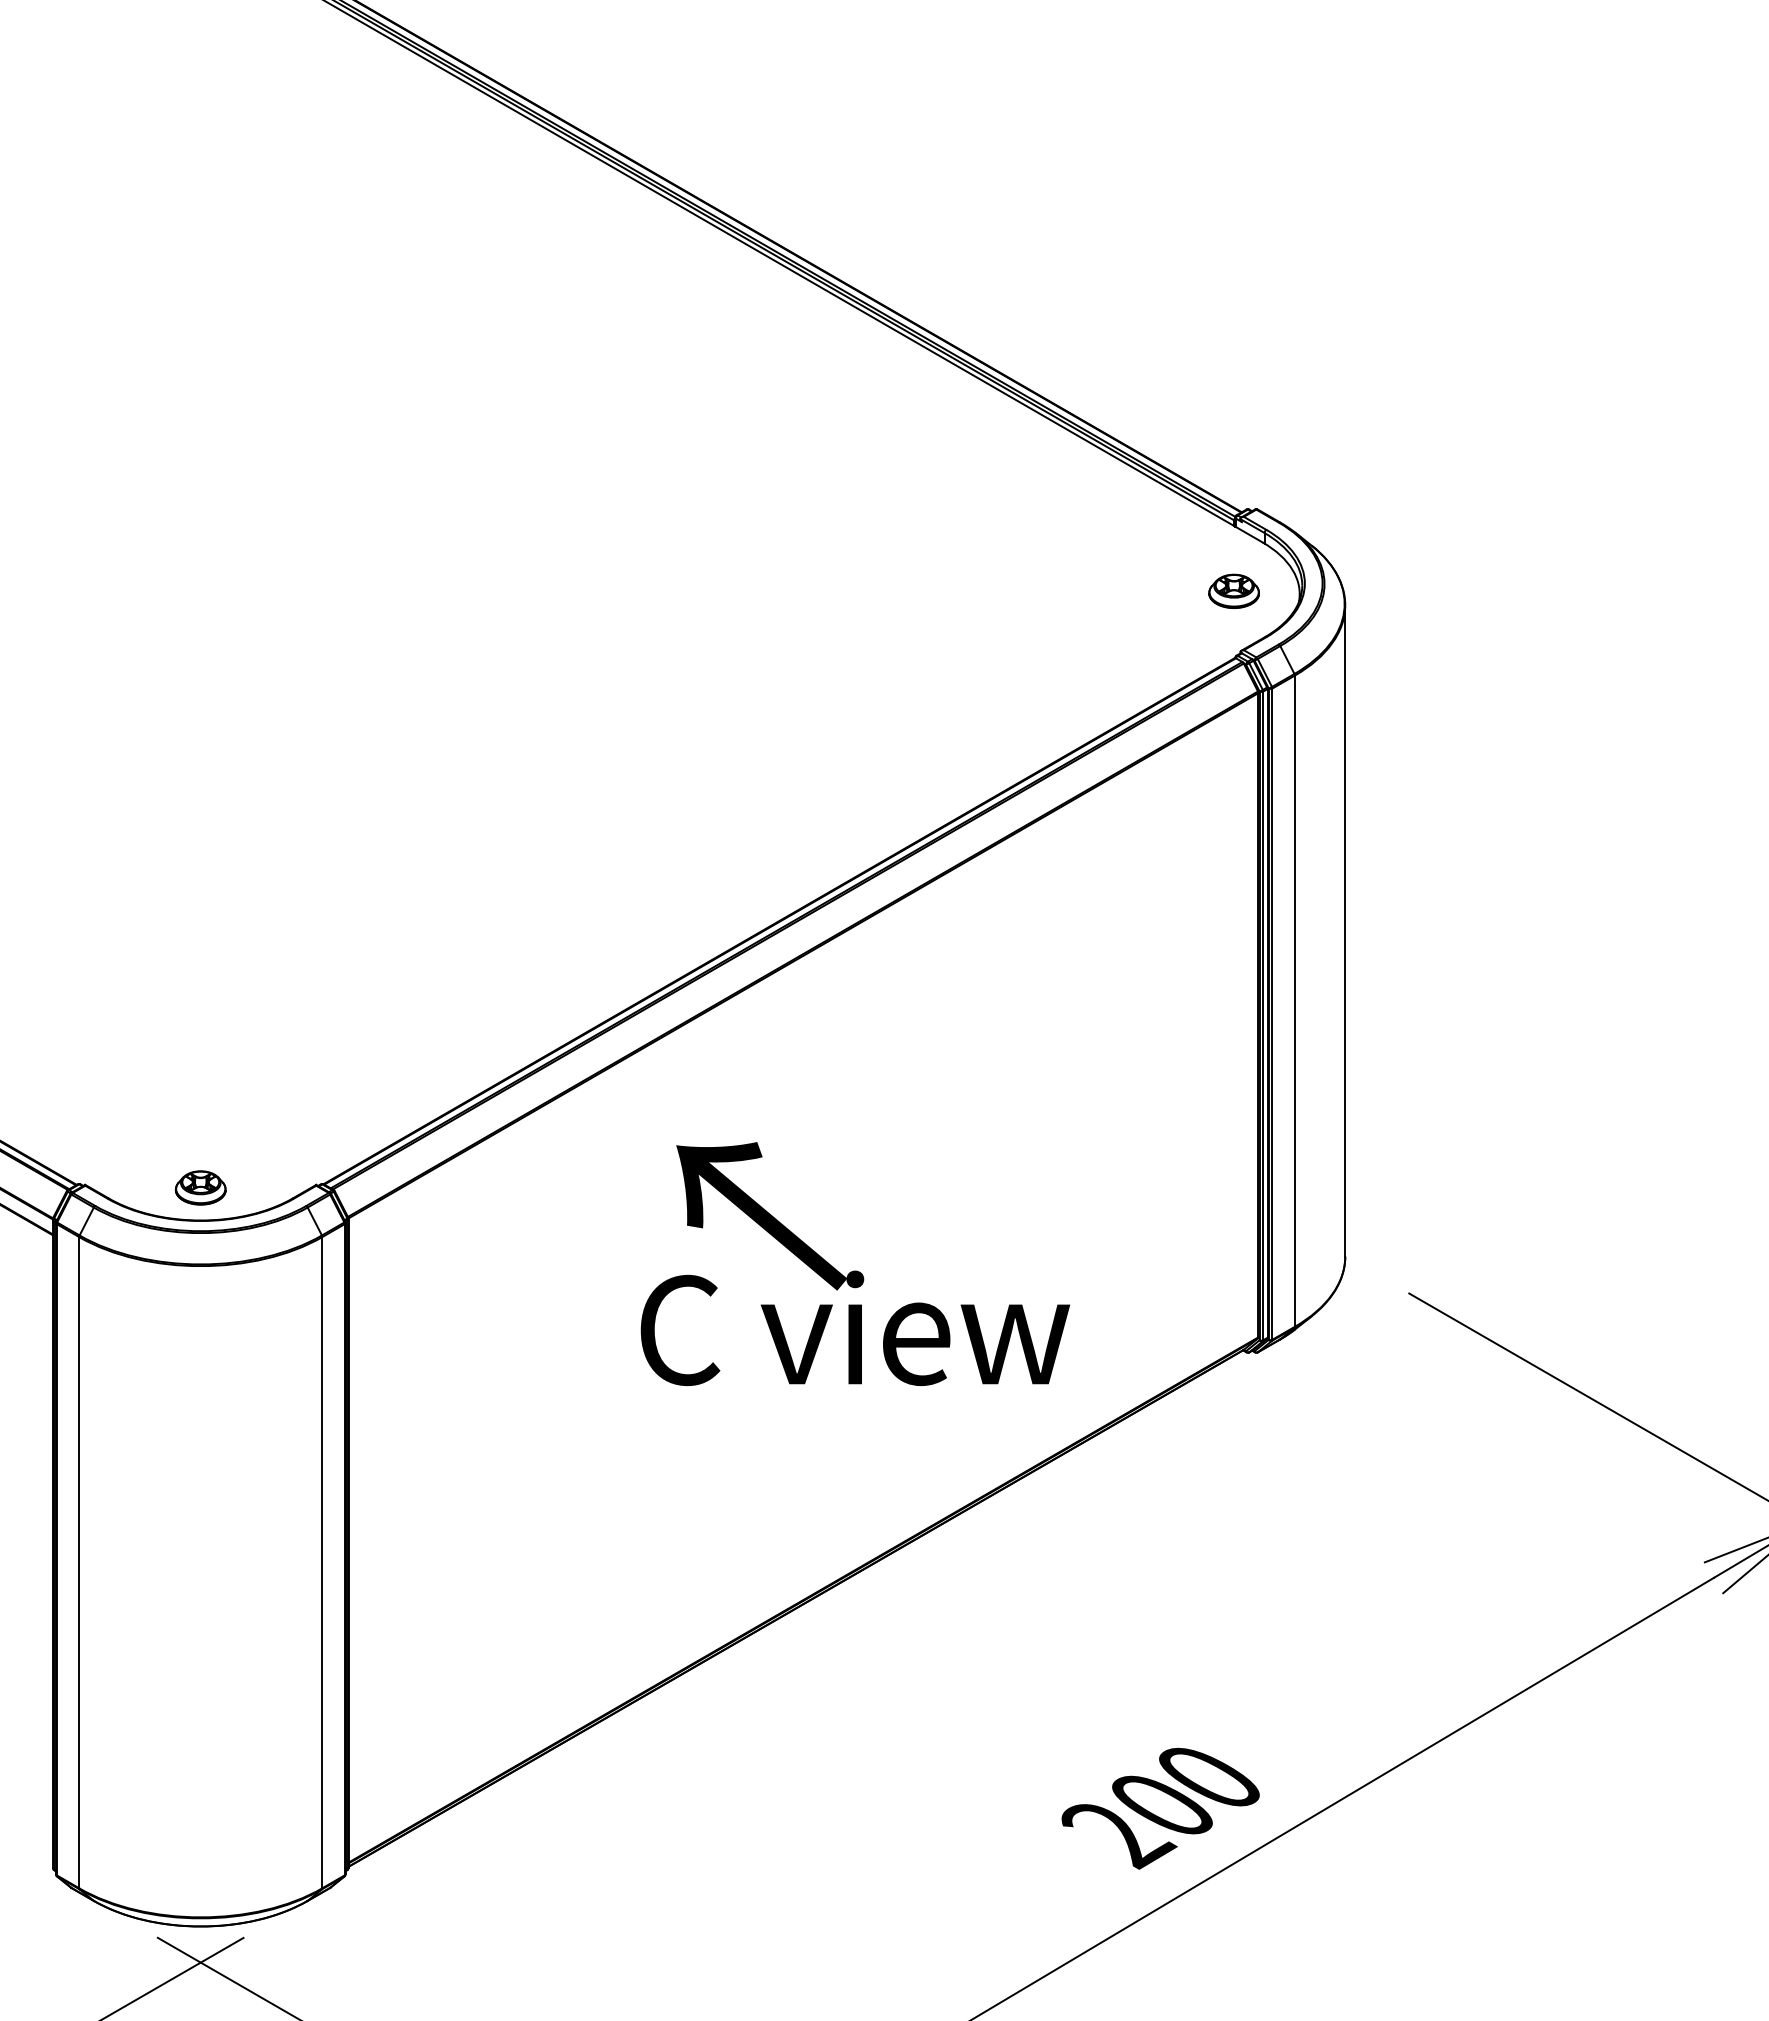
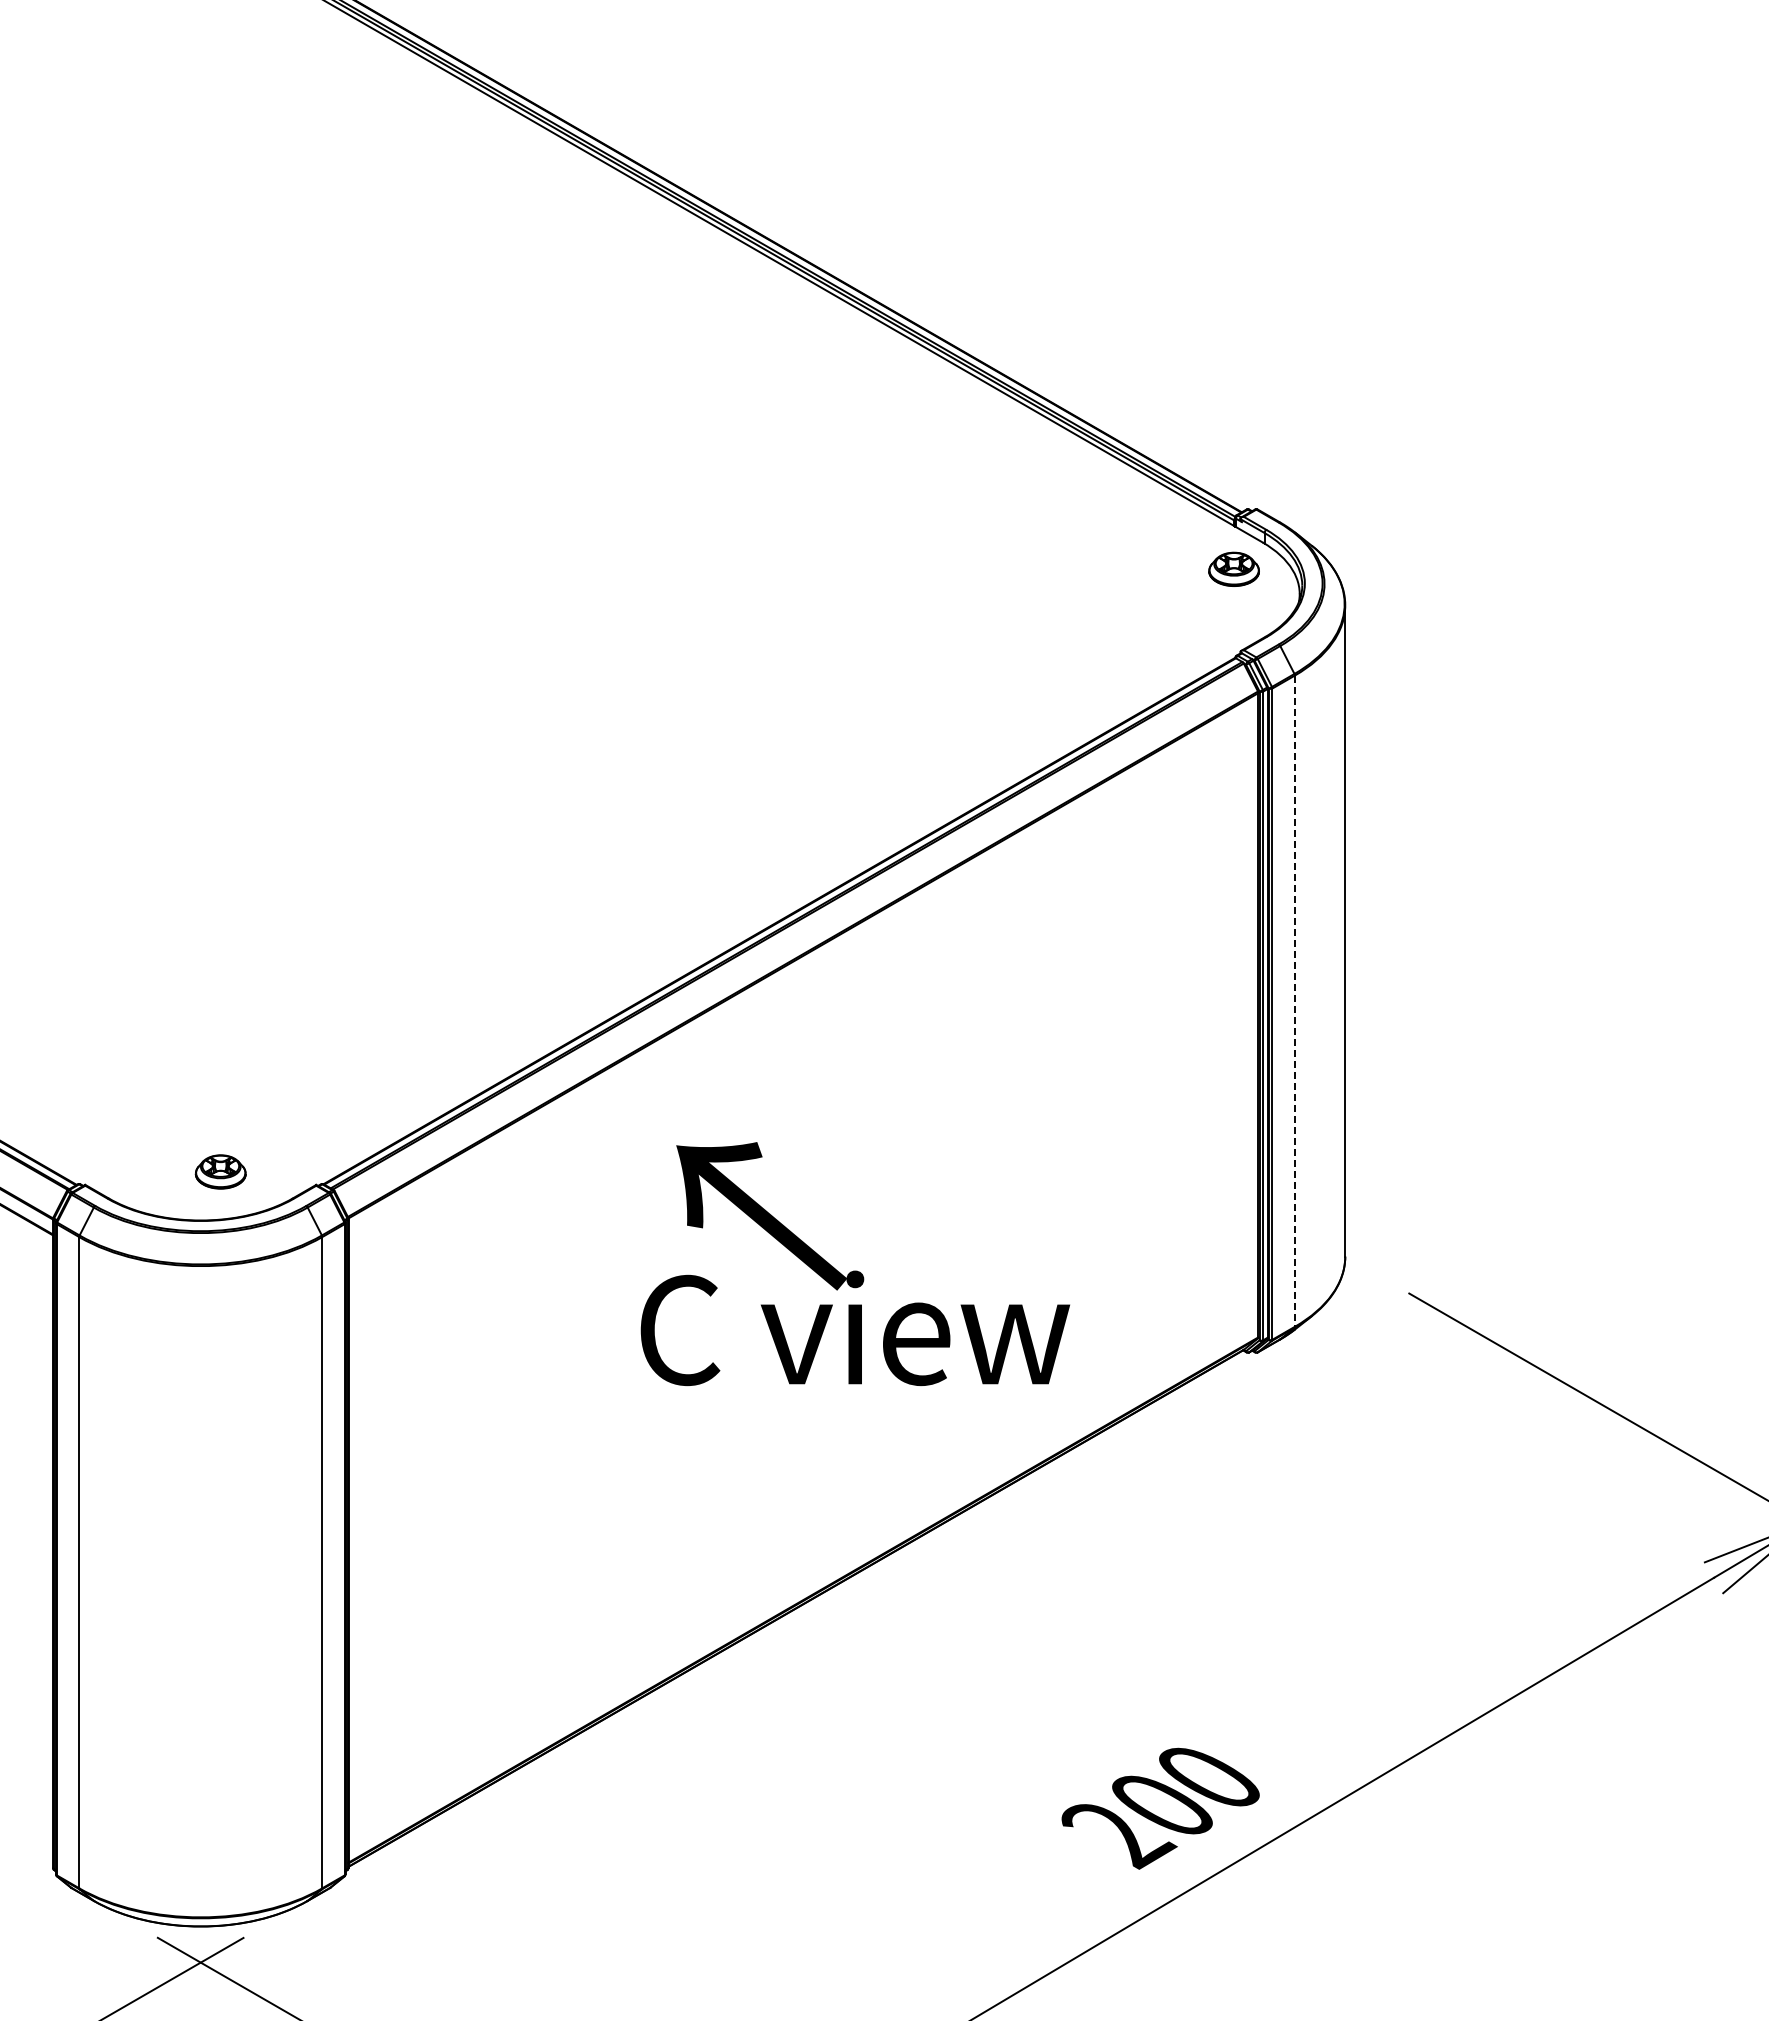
part at (1233, 590) position: (1233, 590) -> (1233, 568)
line at (1294, 1001): solid -> dashed
part at (200, 1187) position: (200, 1187) -> (220, 1171)
